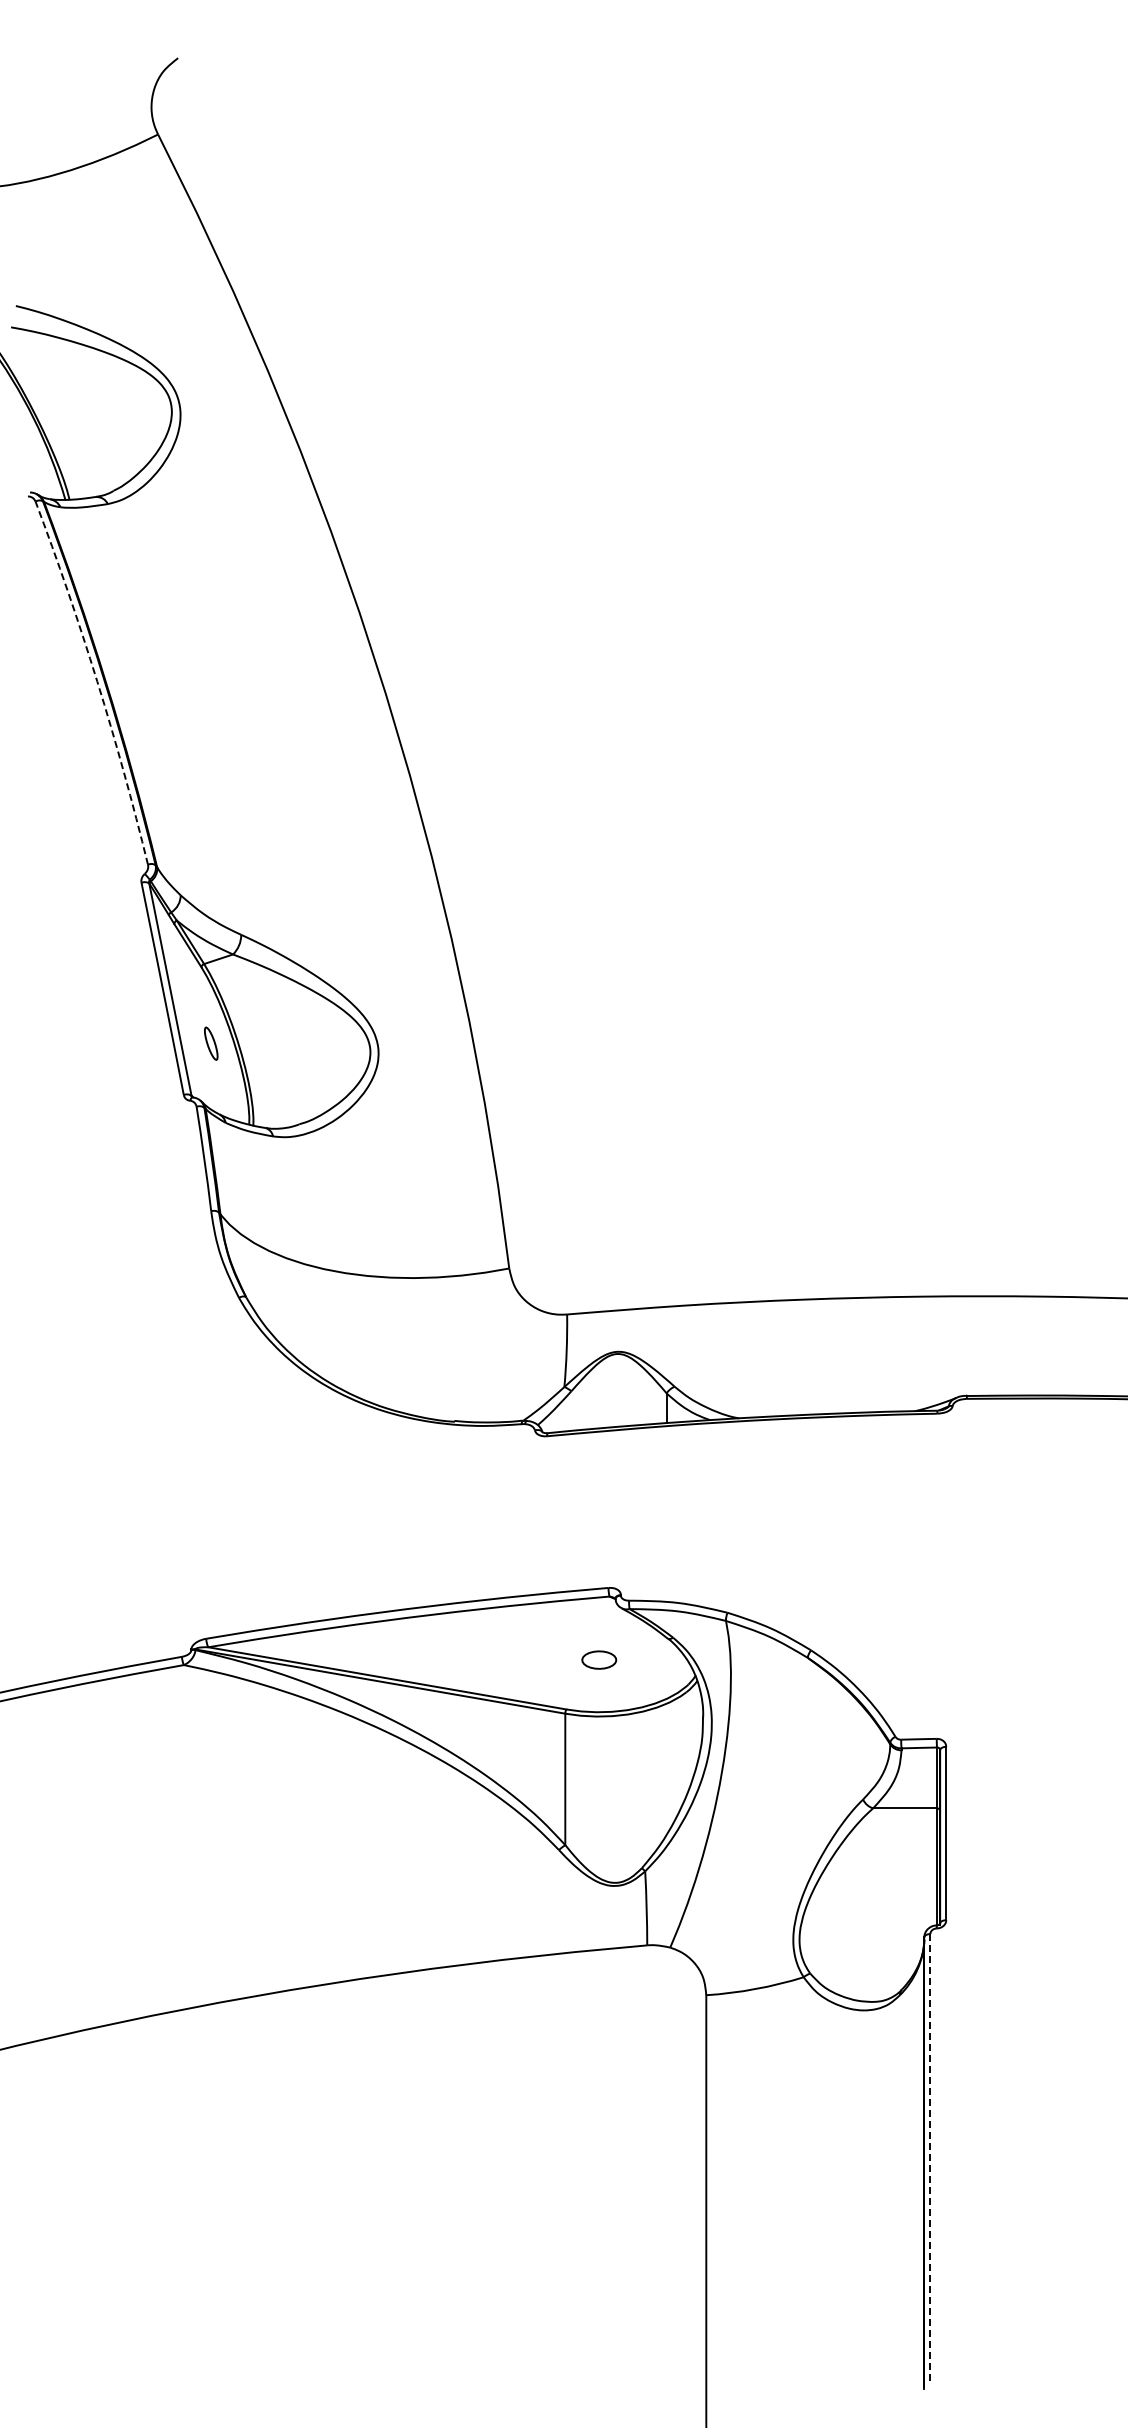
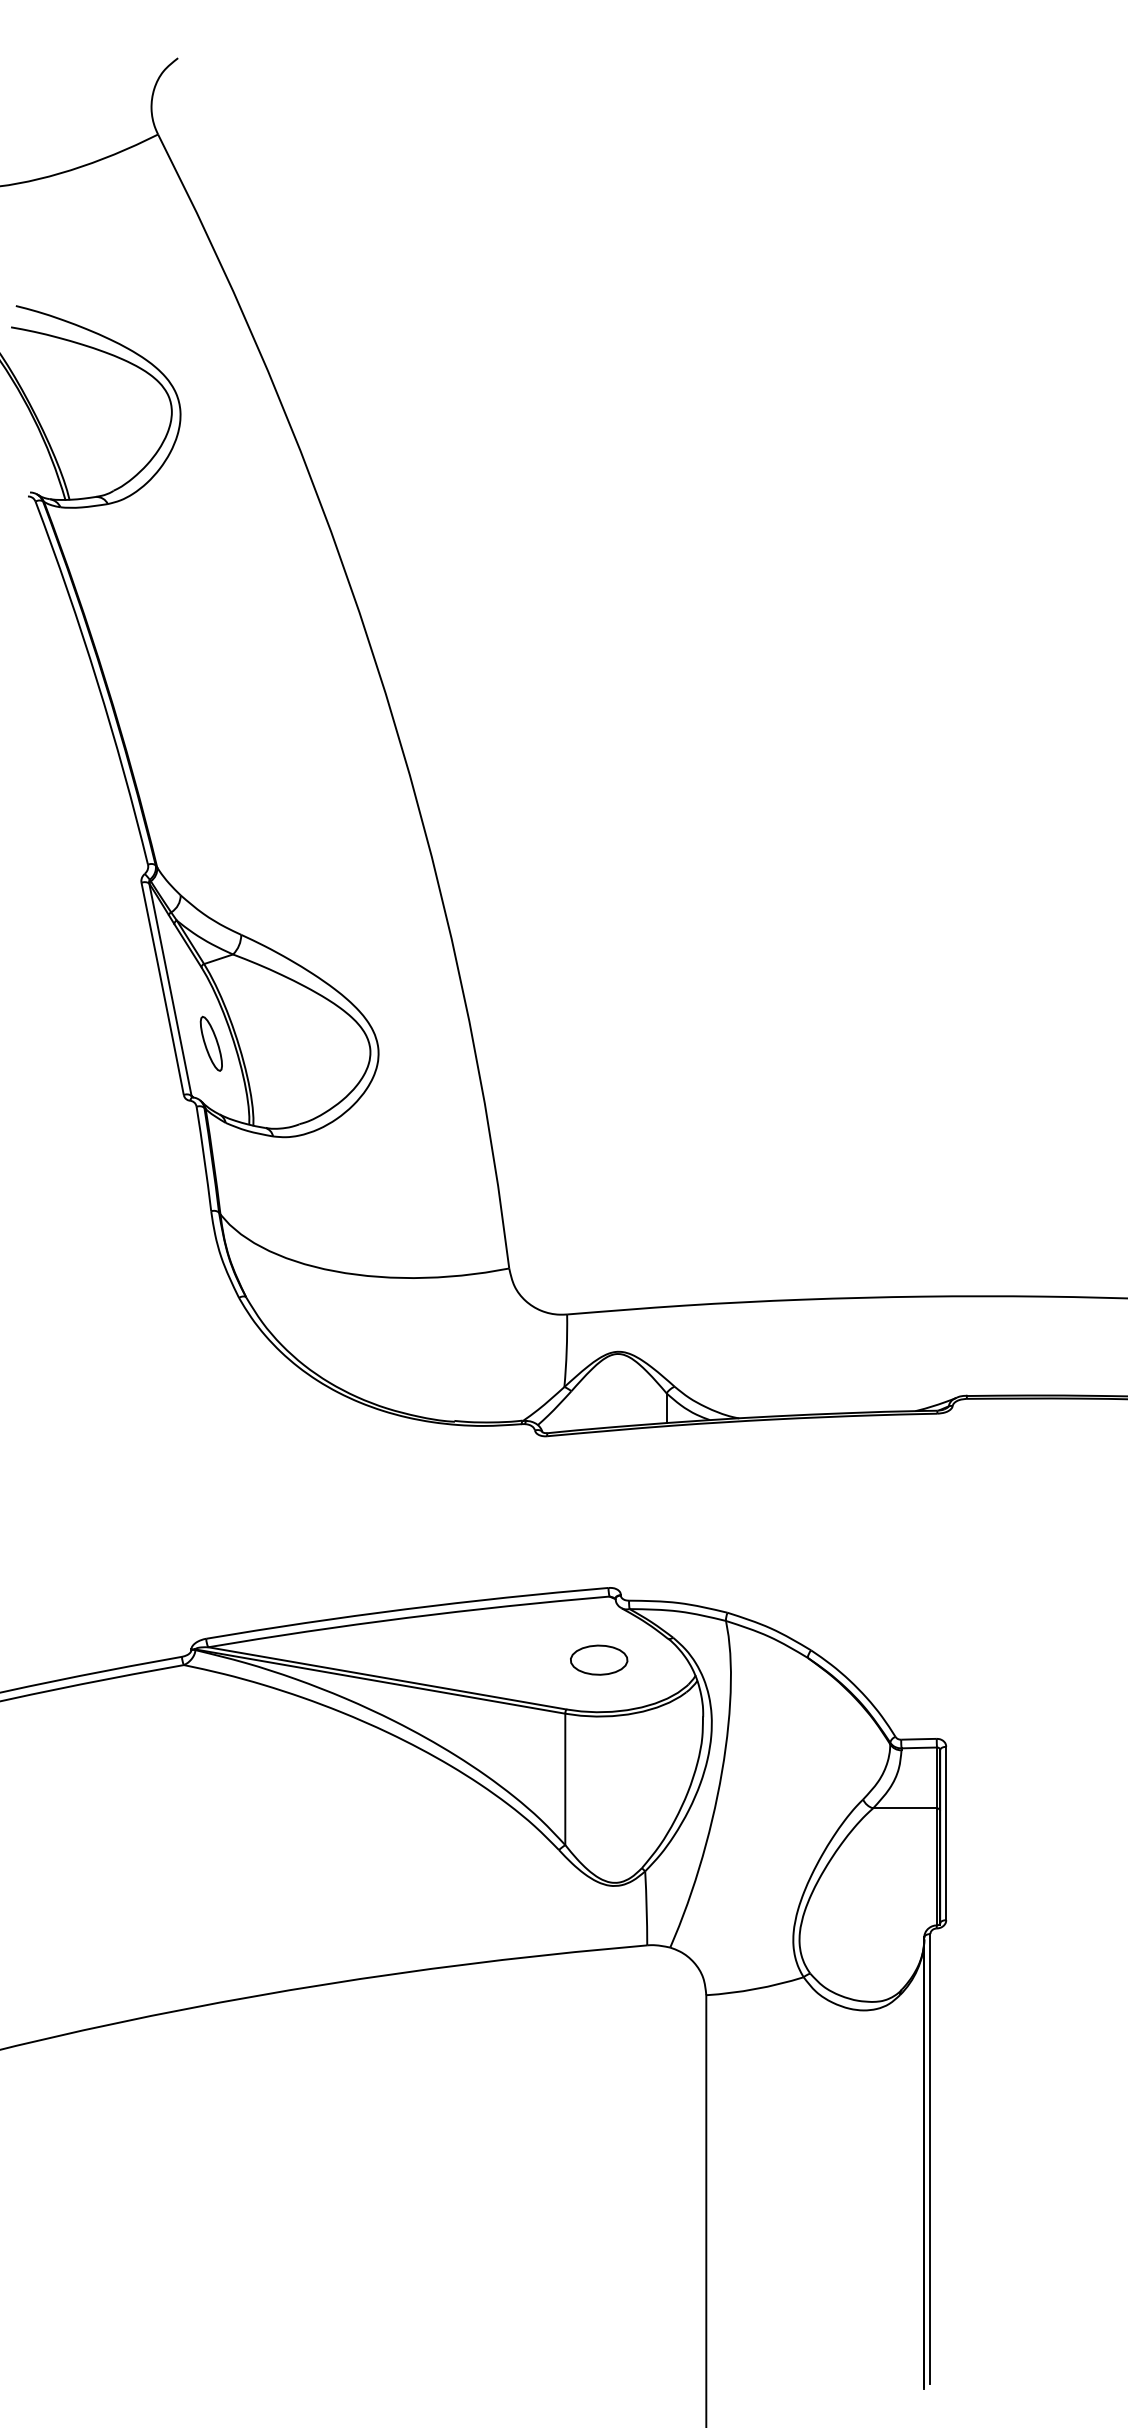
arc at (97, 681): dashed -> solid
part at (211, 1043) size: 15x35 px -> 24x57 px
part at (599, 1659) size: 37x20 px -> 59x32 px
line at (930, 2158): dashed -> solid
